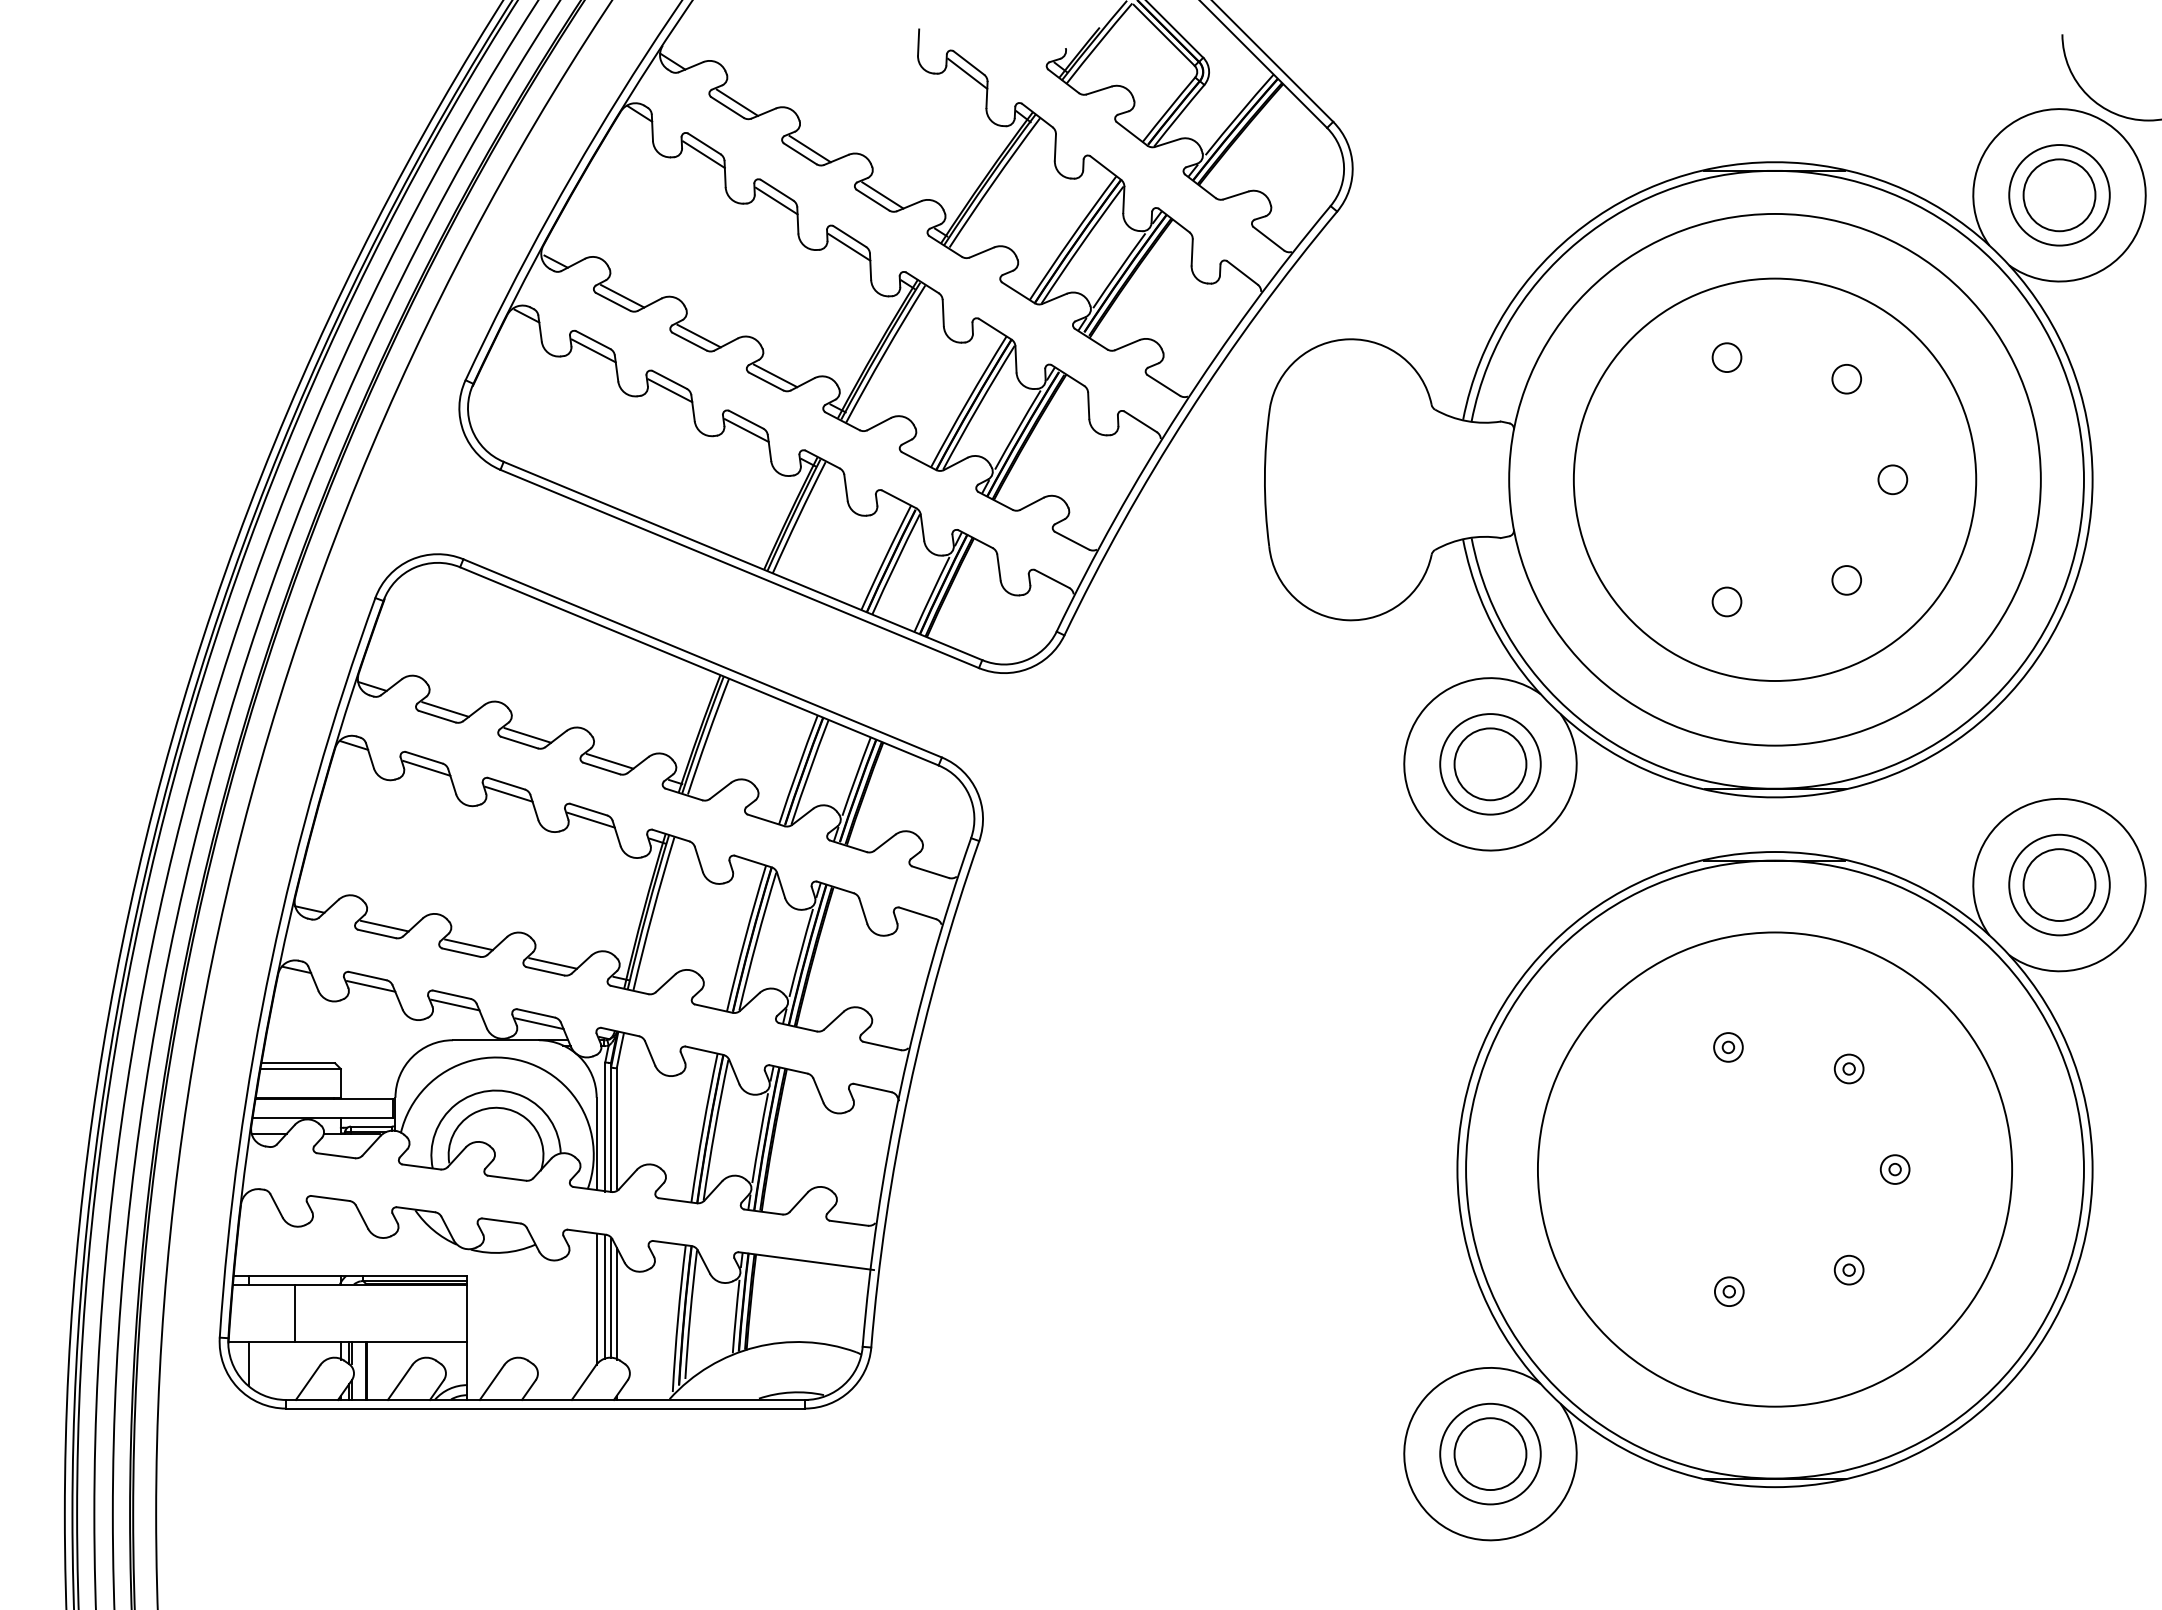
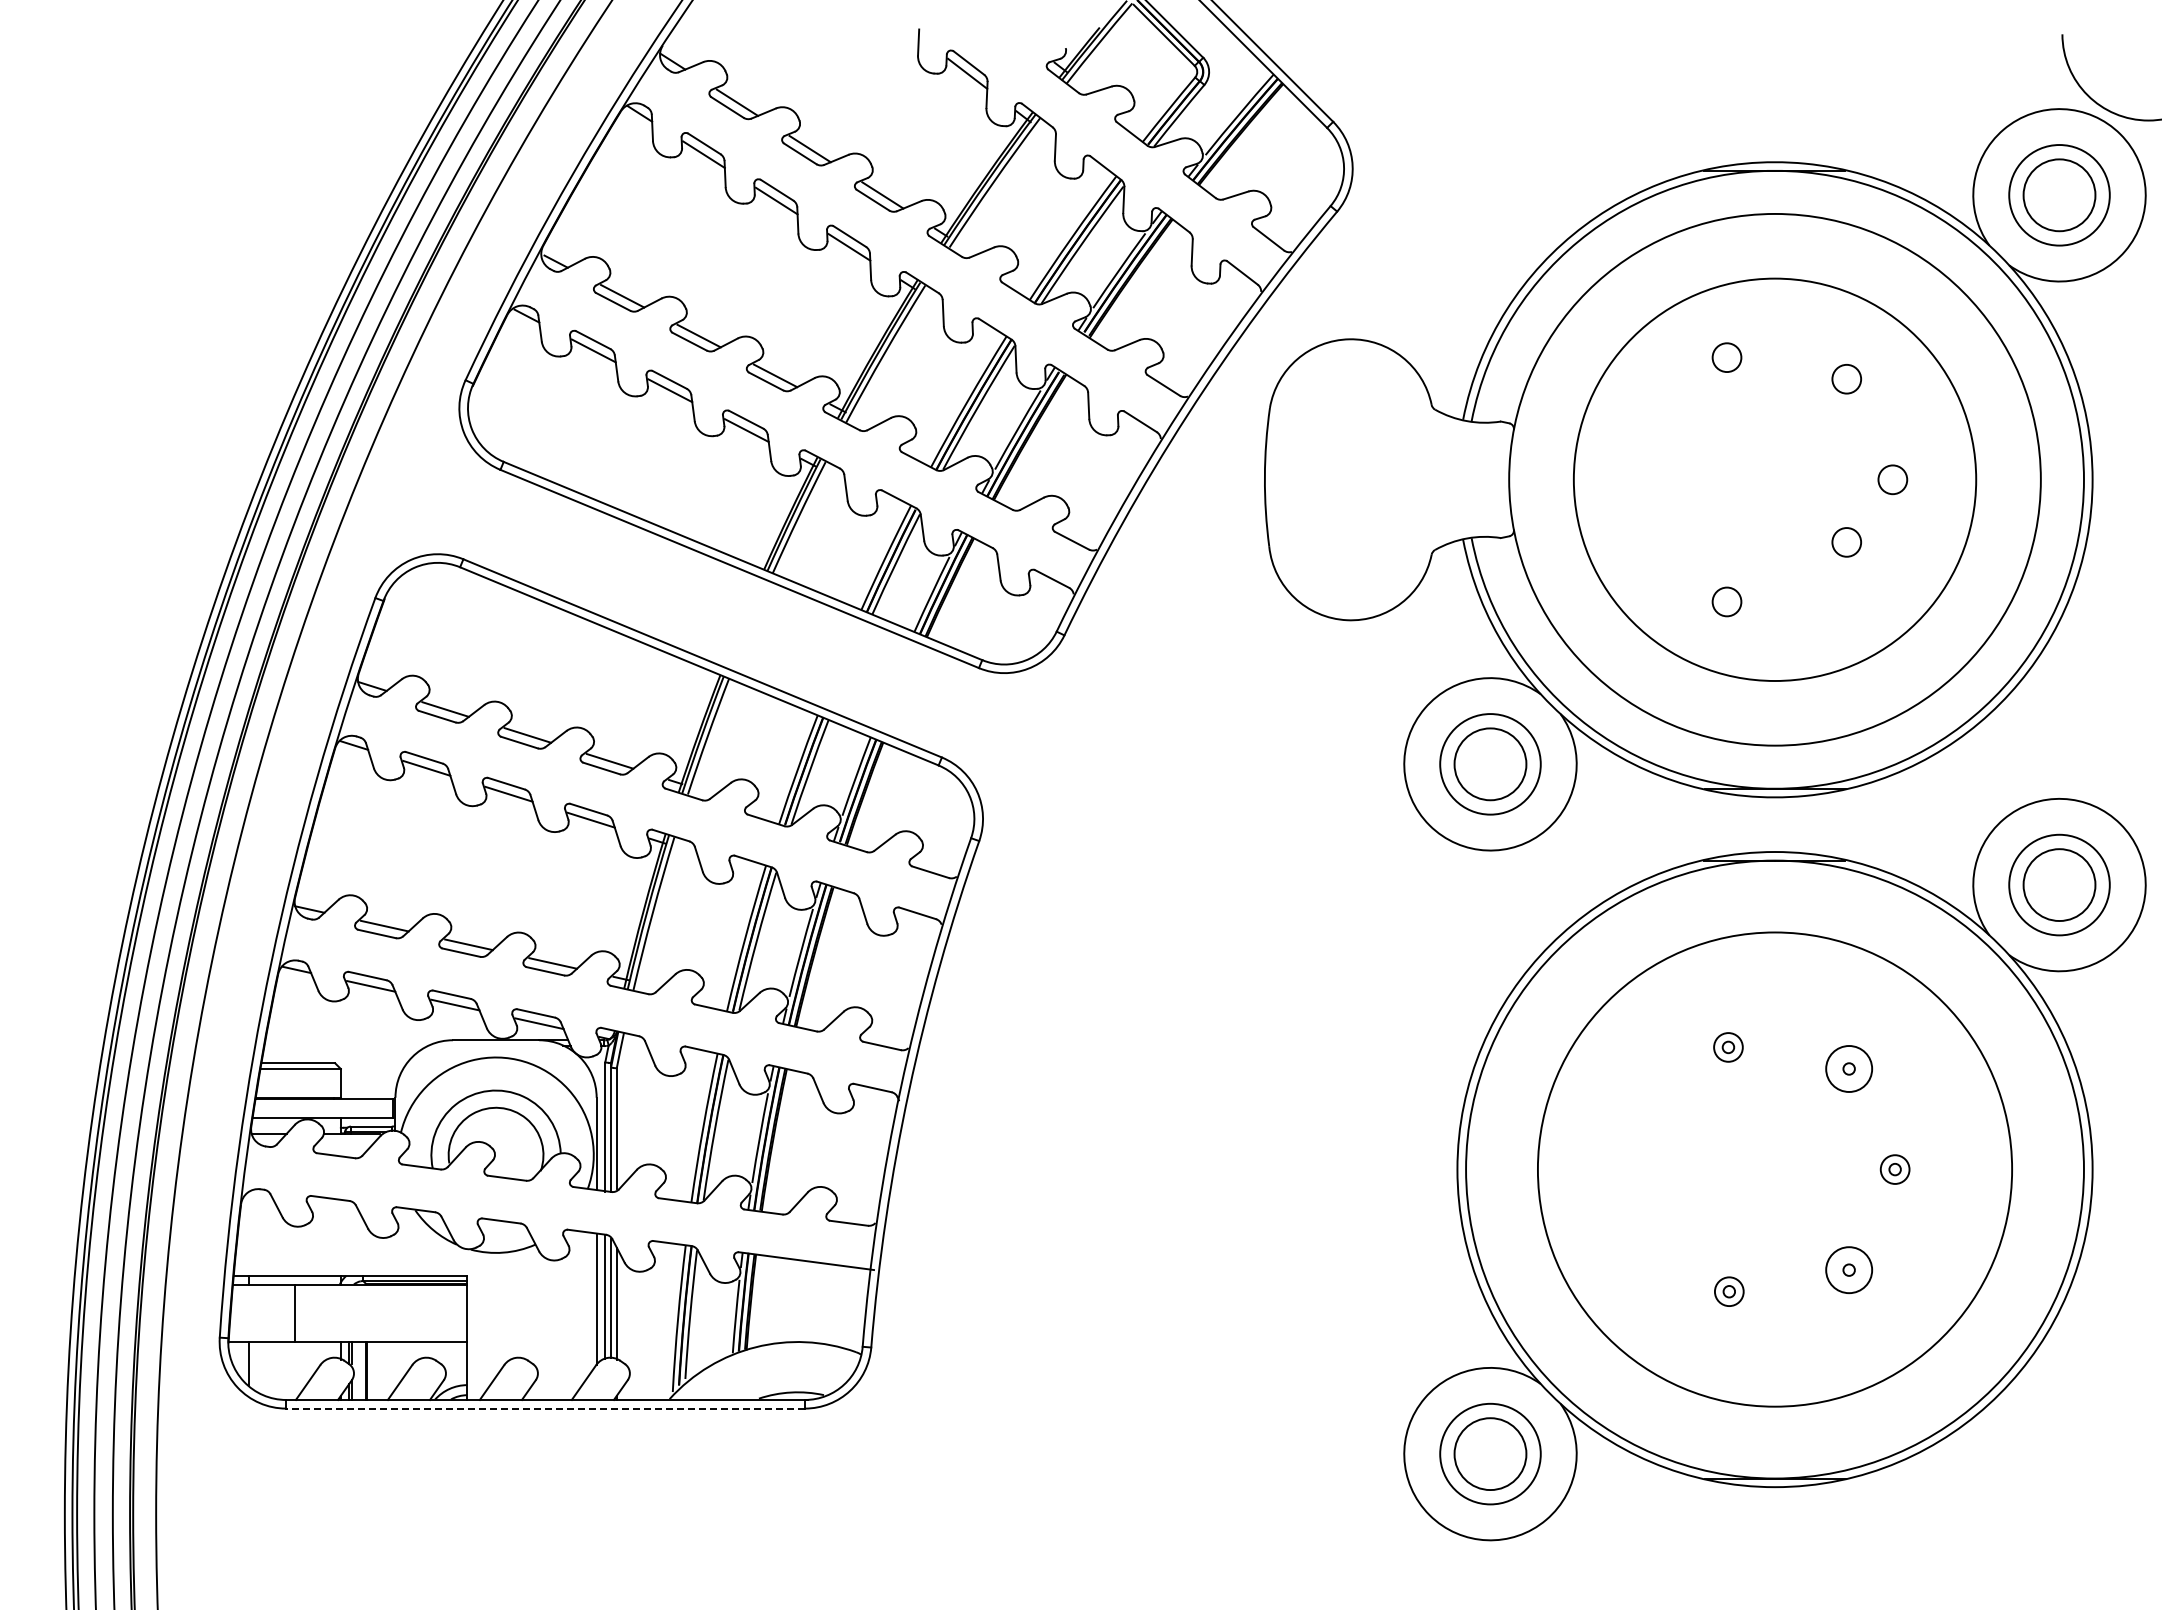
circle at (1846, 580) position: (1846, 580) -> (1846, 542)
circle at (1848, 1068) diameter: 29 px -> 46 px
circle at (1848, 1269) diameter: 29 px -> 46 px
line at (545, 1408): solid -> dashed
